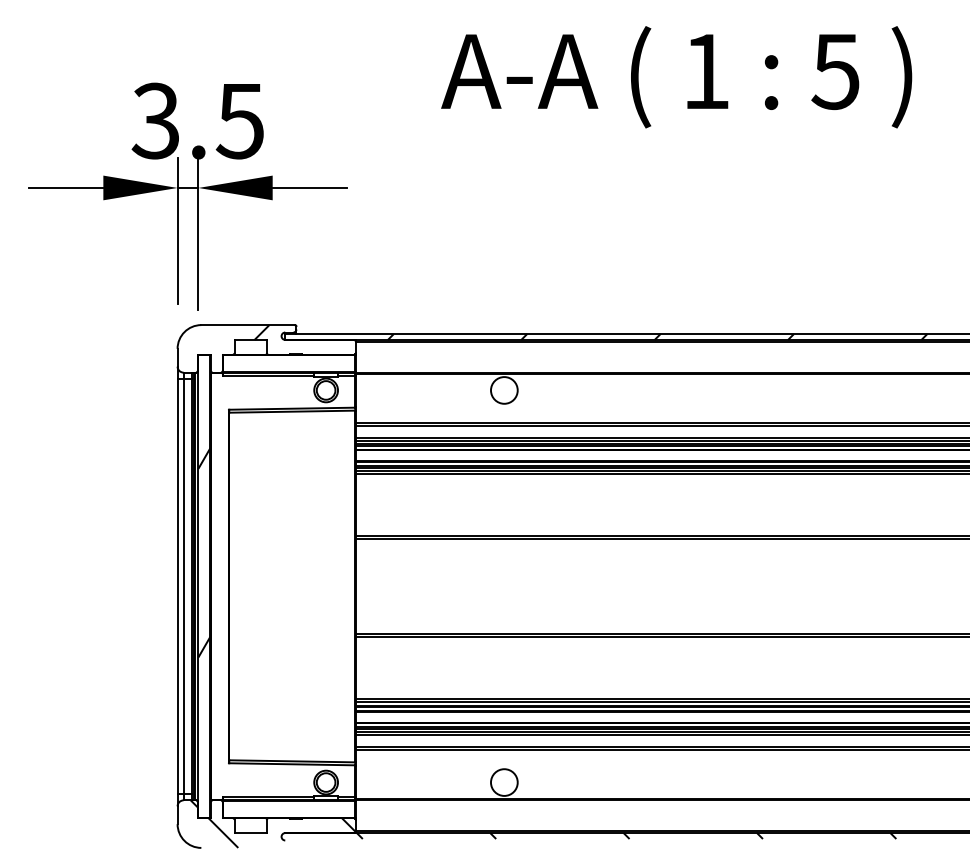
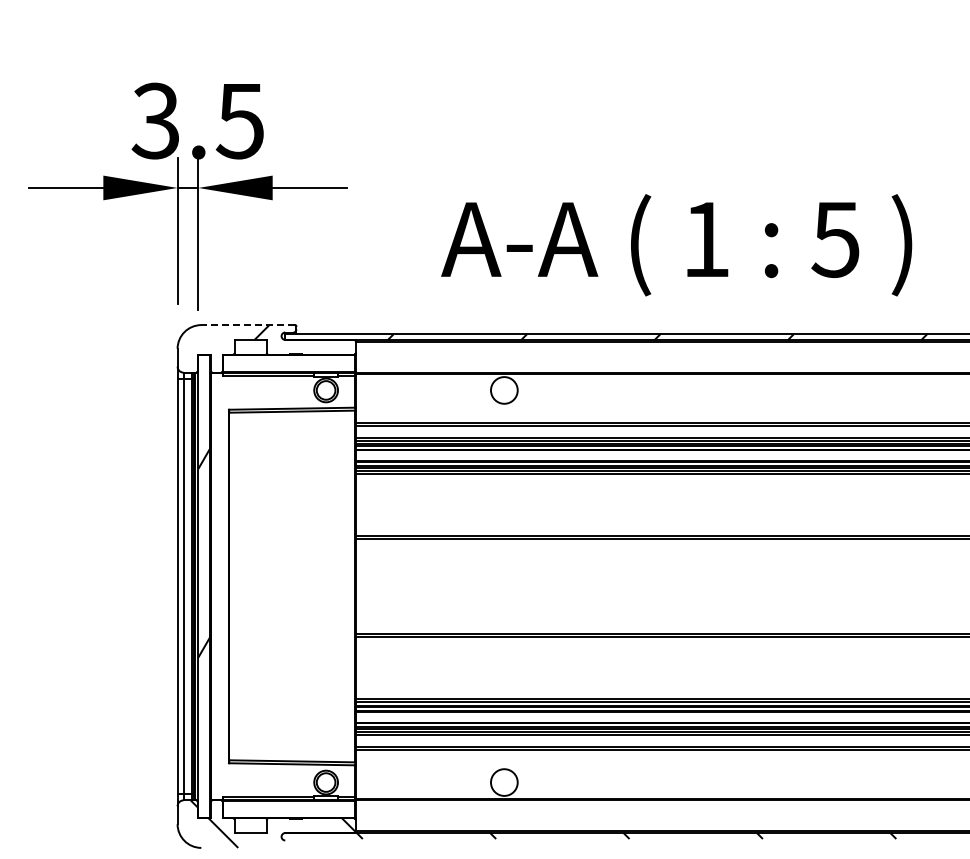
text at (676, 77) position: (676, 77) -> (676, 245)
line at (248, 325): solid -> dashed
